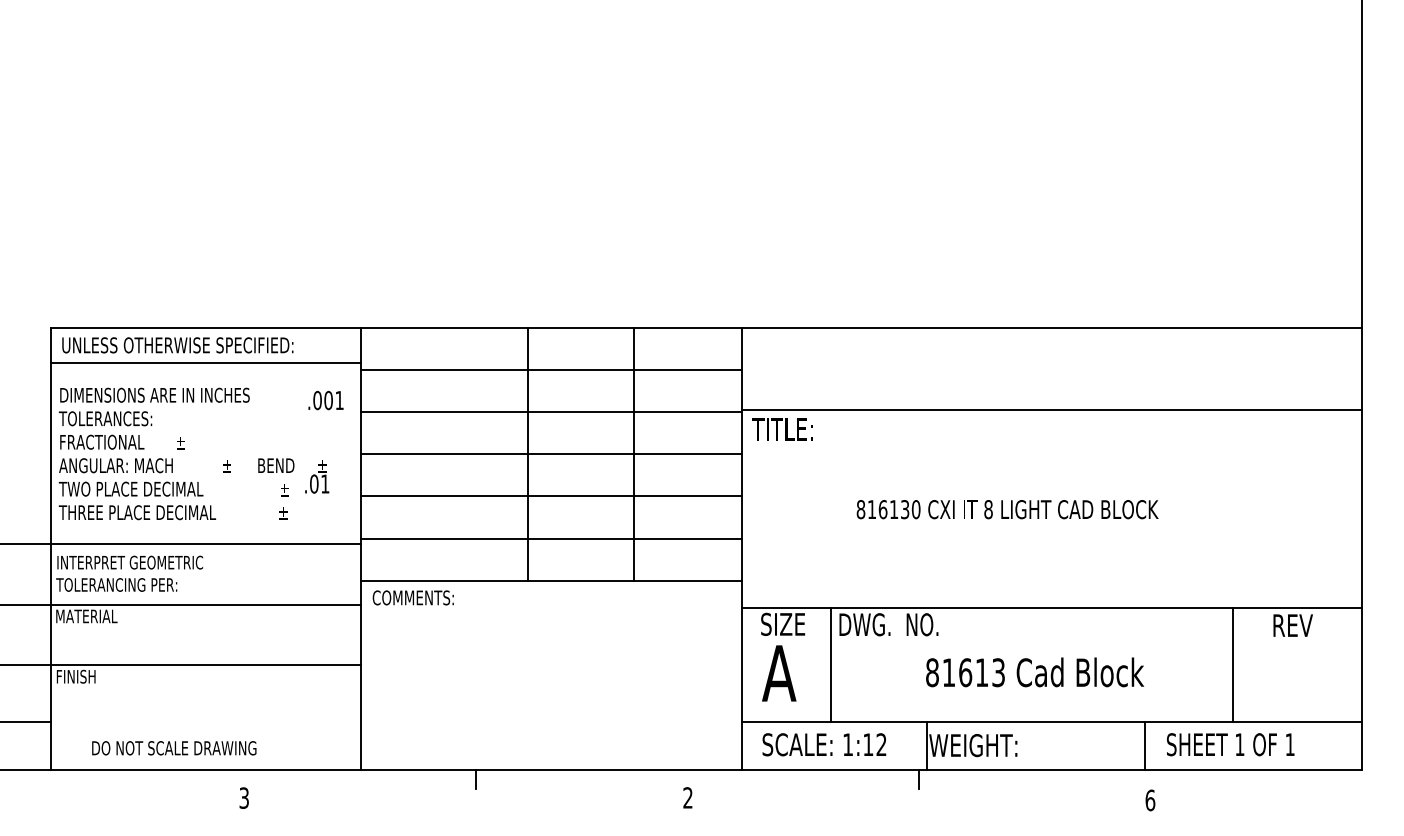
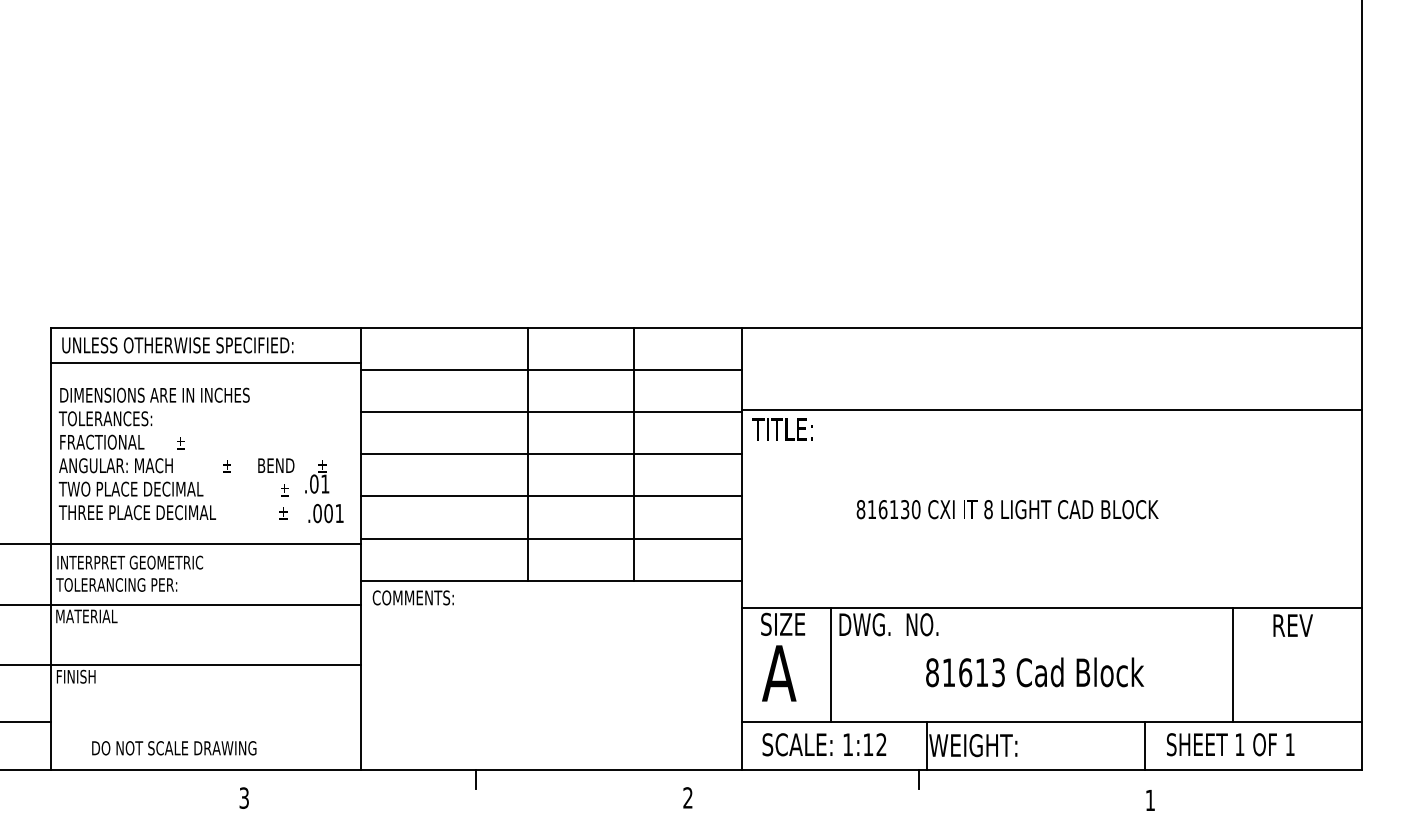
text at (325, 400) position: (325, 400) -> (325, 513)
text at (1150, 800): 6 -> 1
